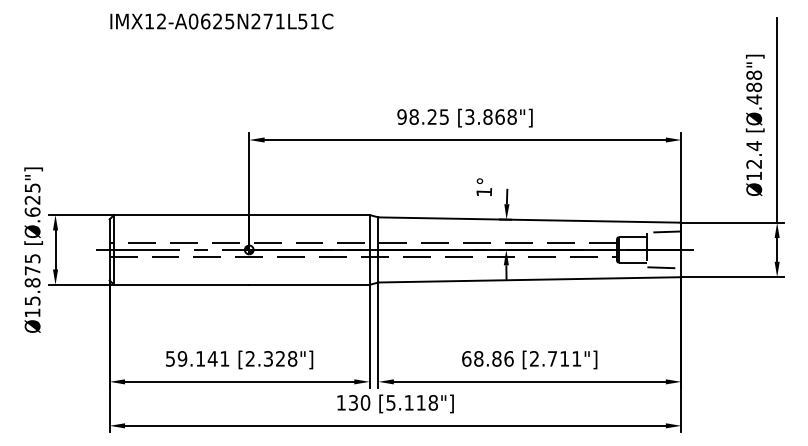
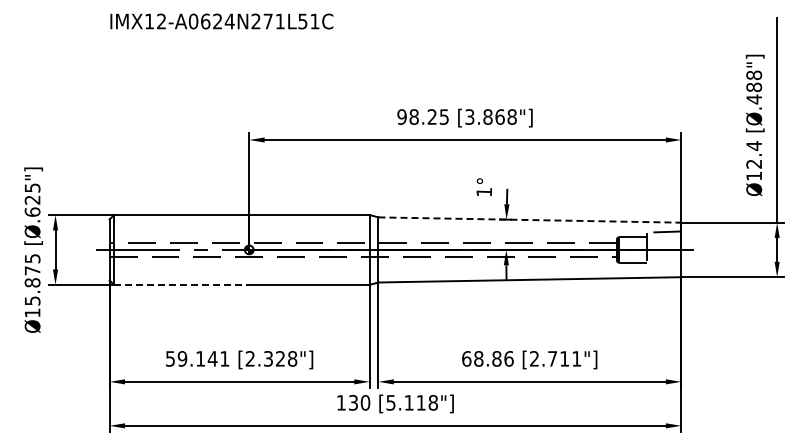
text at (229, 21): IMX12-A0625N271L51C -> IMX12-A0624N271L51C
line at (529, 220): solid -> dashed
line at (664, 267): present -> none
line at (181, 284): solid -> dashed
